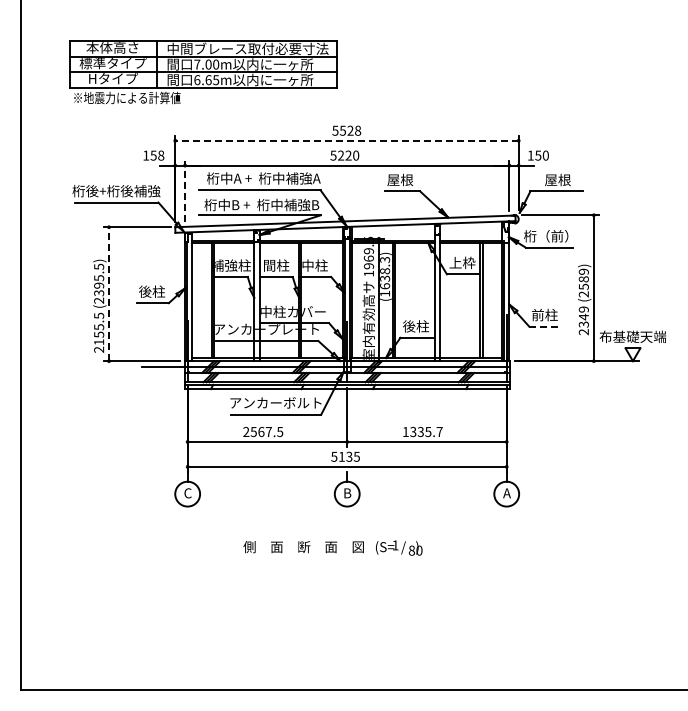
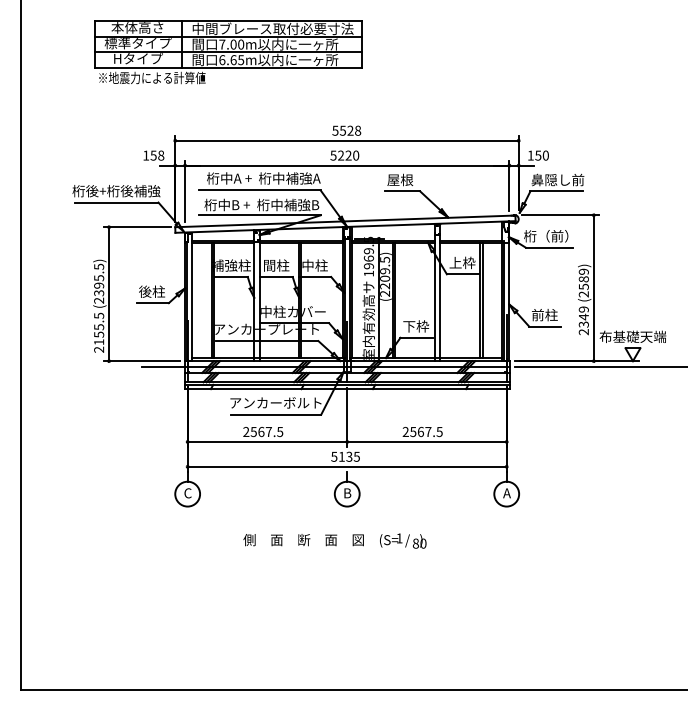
part at (203, 72) position: (203, 72) -> (228, 52)
line at (346, 140): dashed -> solid
text at (557, 179): 屋根 -> 鼻隠し前
line at (185, 191): dashed -> solid
text at (385, 276): (1638.3) -> (2209.5)
line at (109, 294): dashed -> solid
text at (416, 326): 後柱 -> 下枠
line at (545, 326): dashed -> solid
line at (599, 367): none -> present
text at (422, 431): 1335.7 -> 2567.5
text at (303, 547) position: (303, 547) -> (303, 540)
text at (399, 547) position: (399, 547) -> (403, 540)
